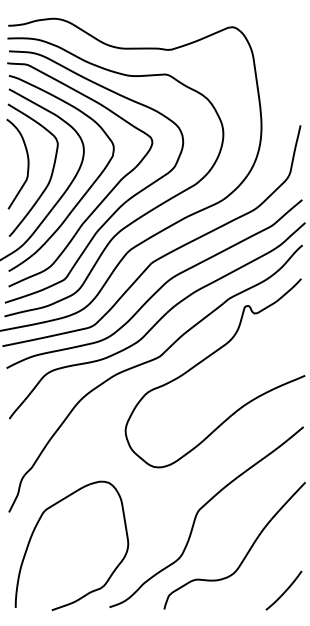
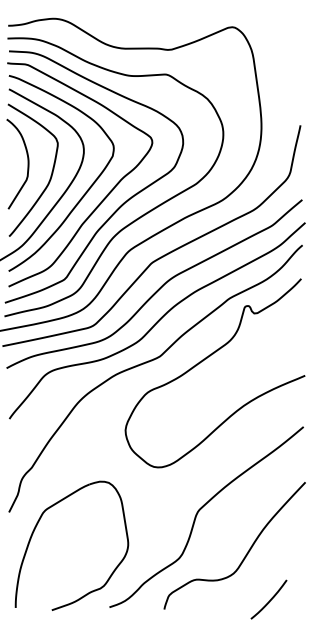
curve at (284, 591) position: (284, 591) -> (269, 600)
